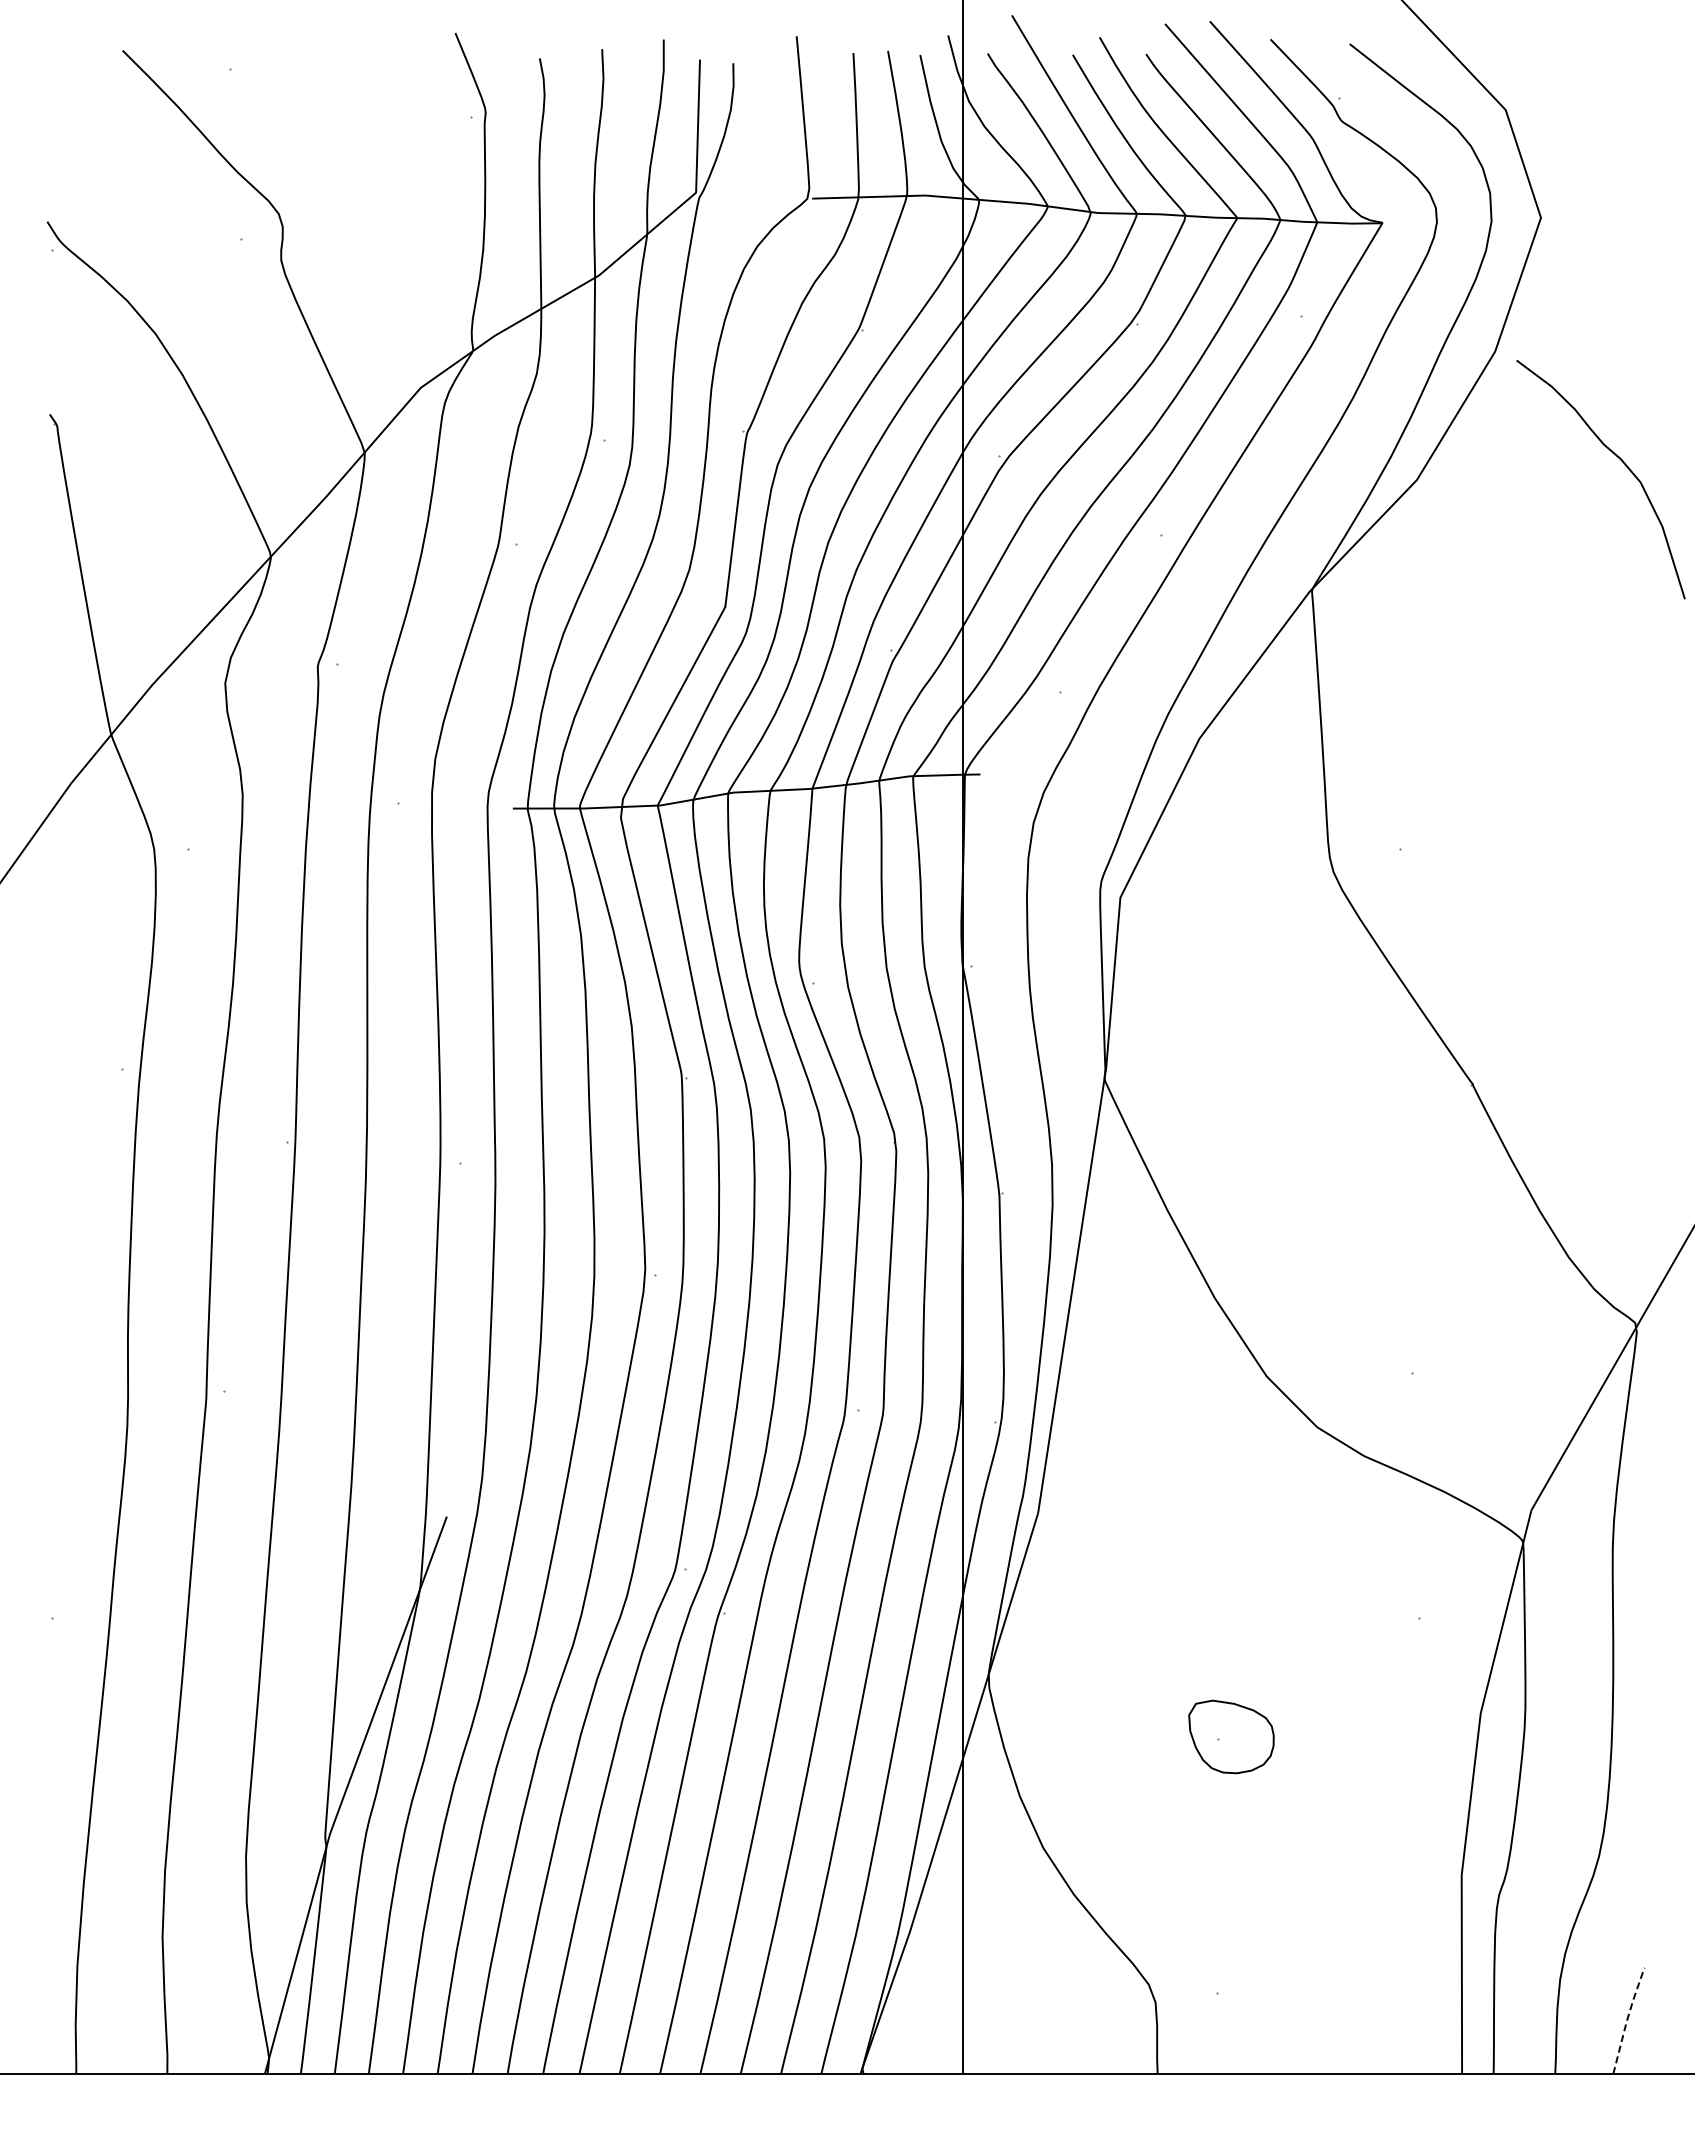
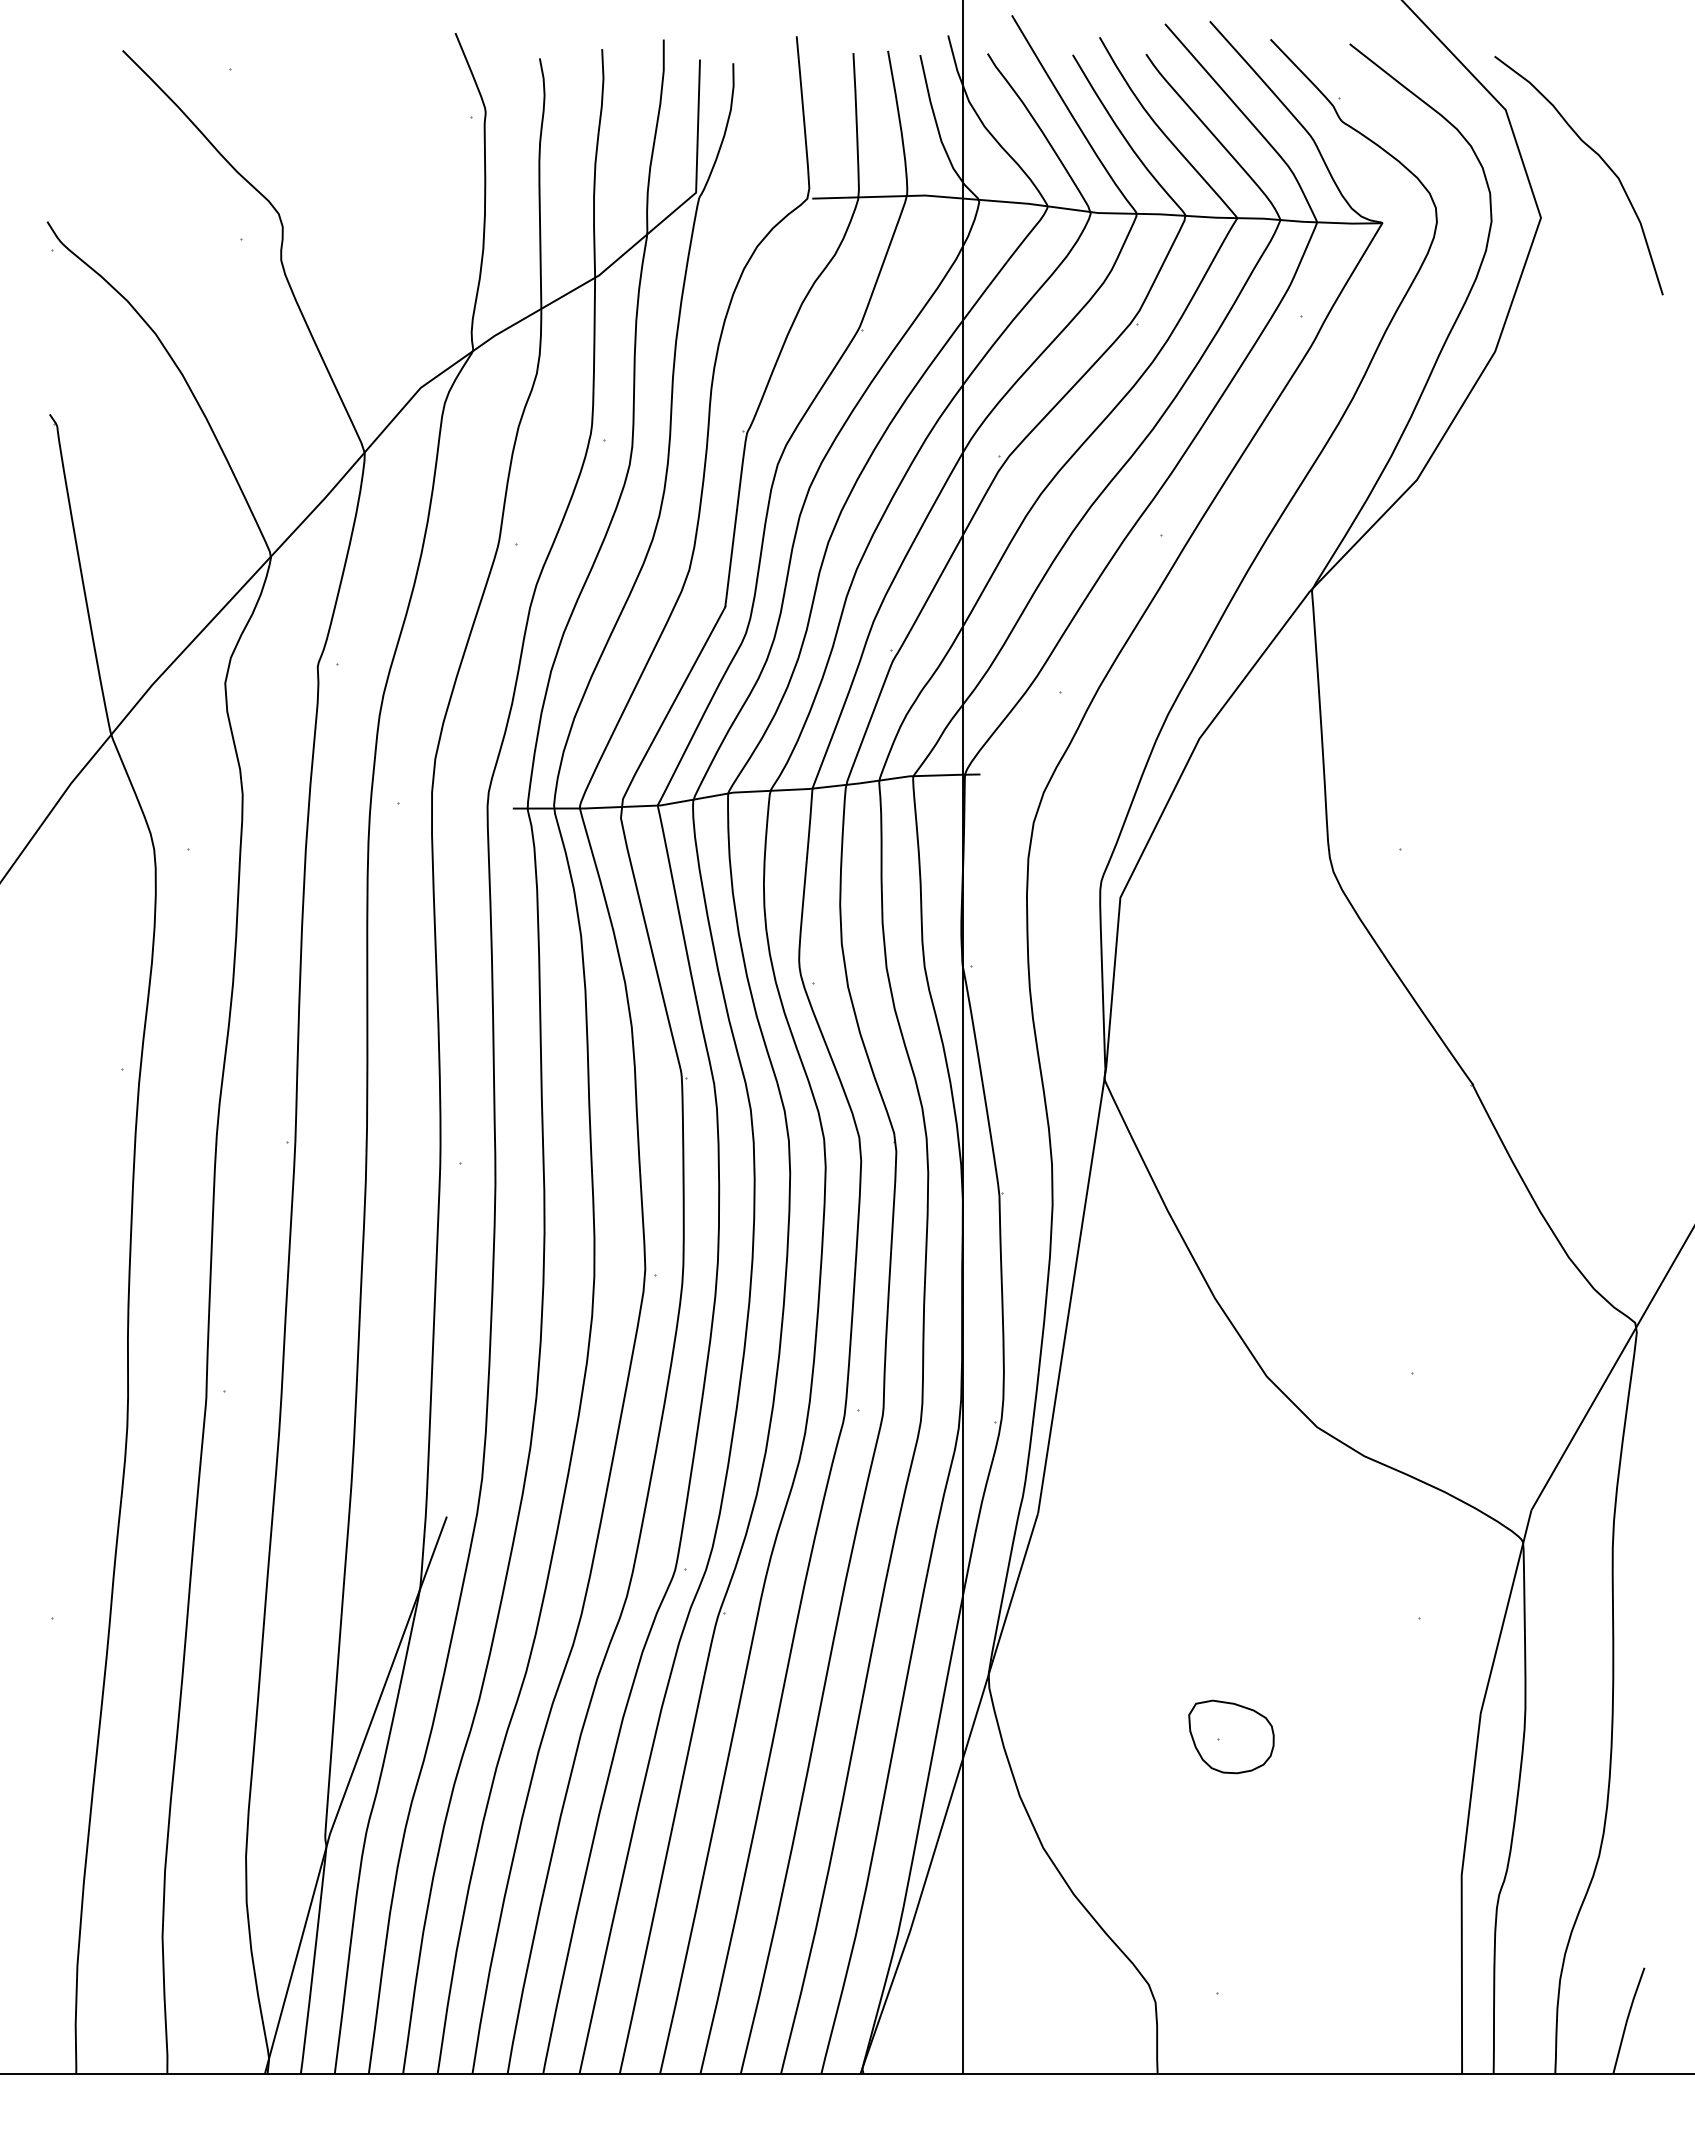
curve at (1619, 459) position: (1619, 459) -> (1597, 155)
line at (1627, 2020): dashed -> solid
